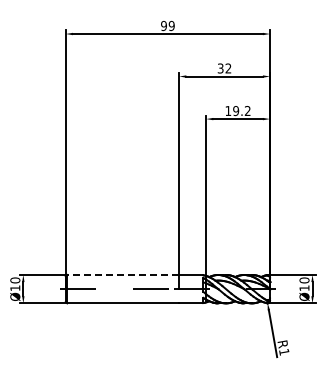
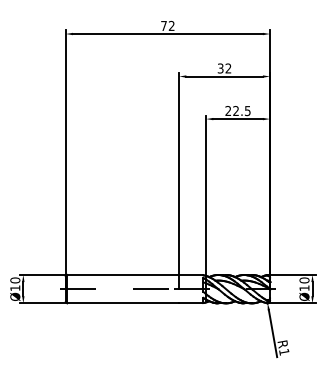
text at (167, 26): 99 -> 72
text at (237, 111): 19.2 -> 22.5
line at (123, 275): dashed -> solid
